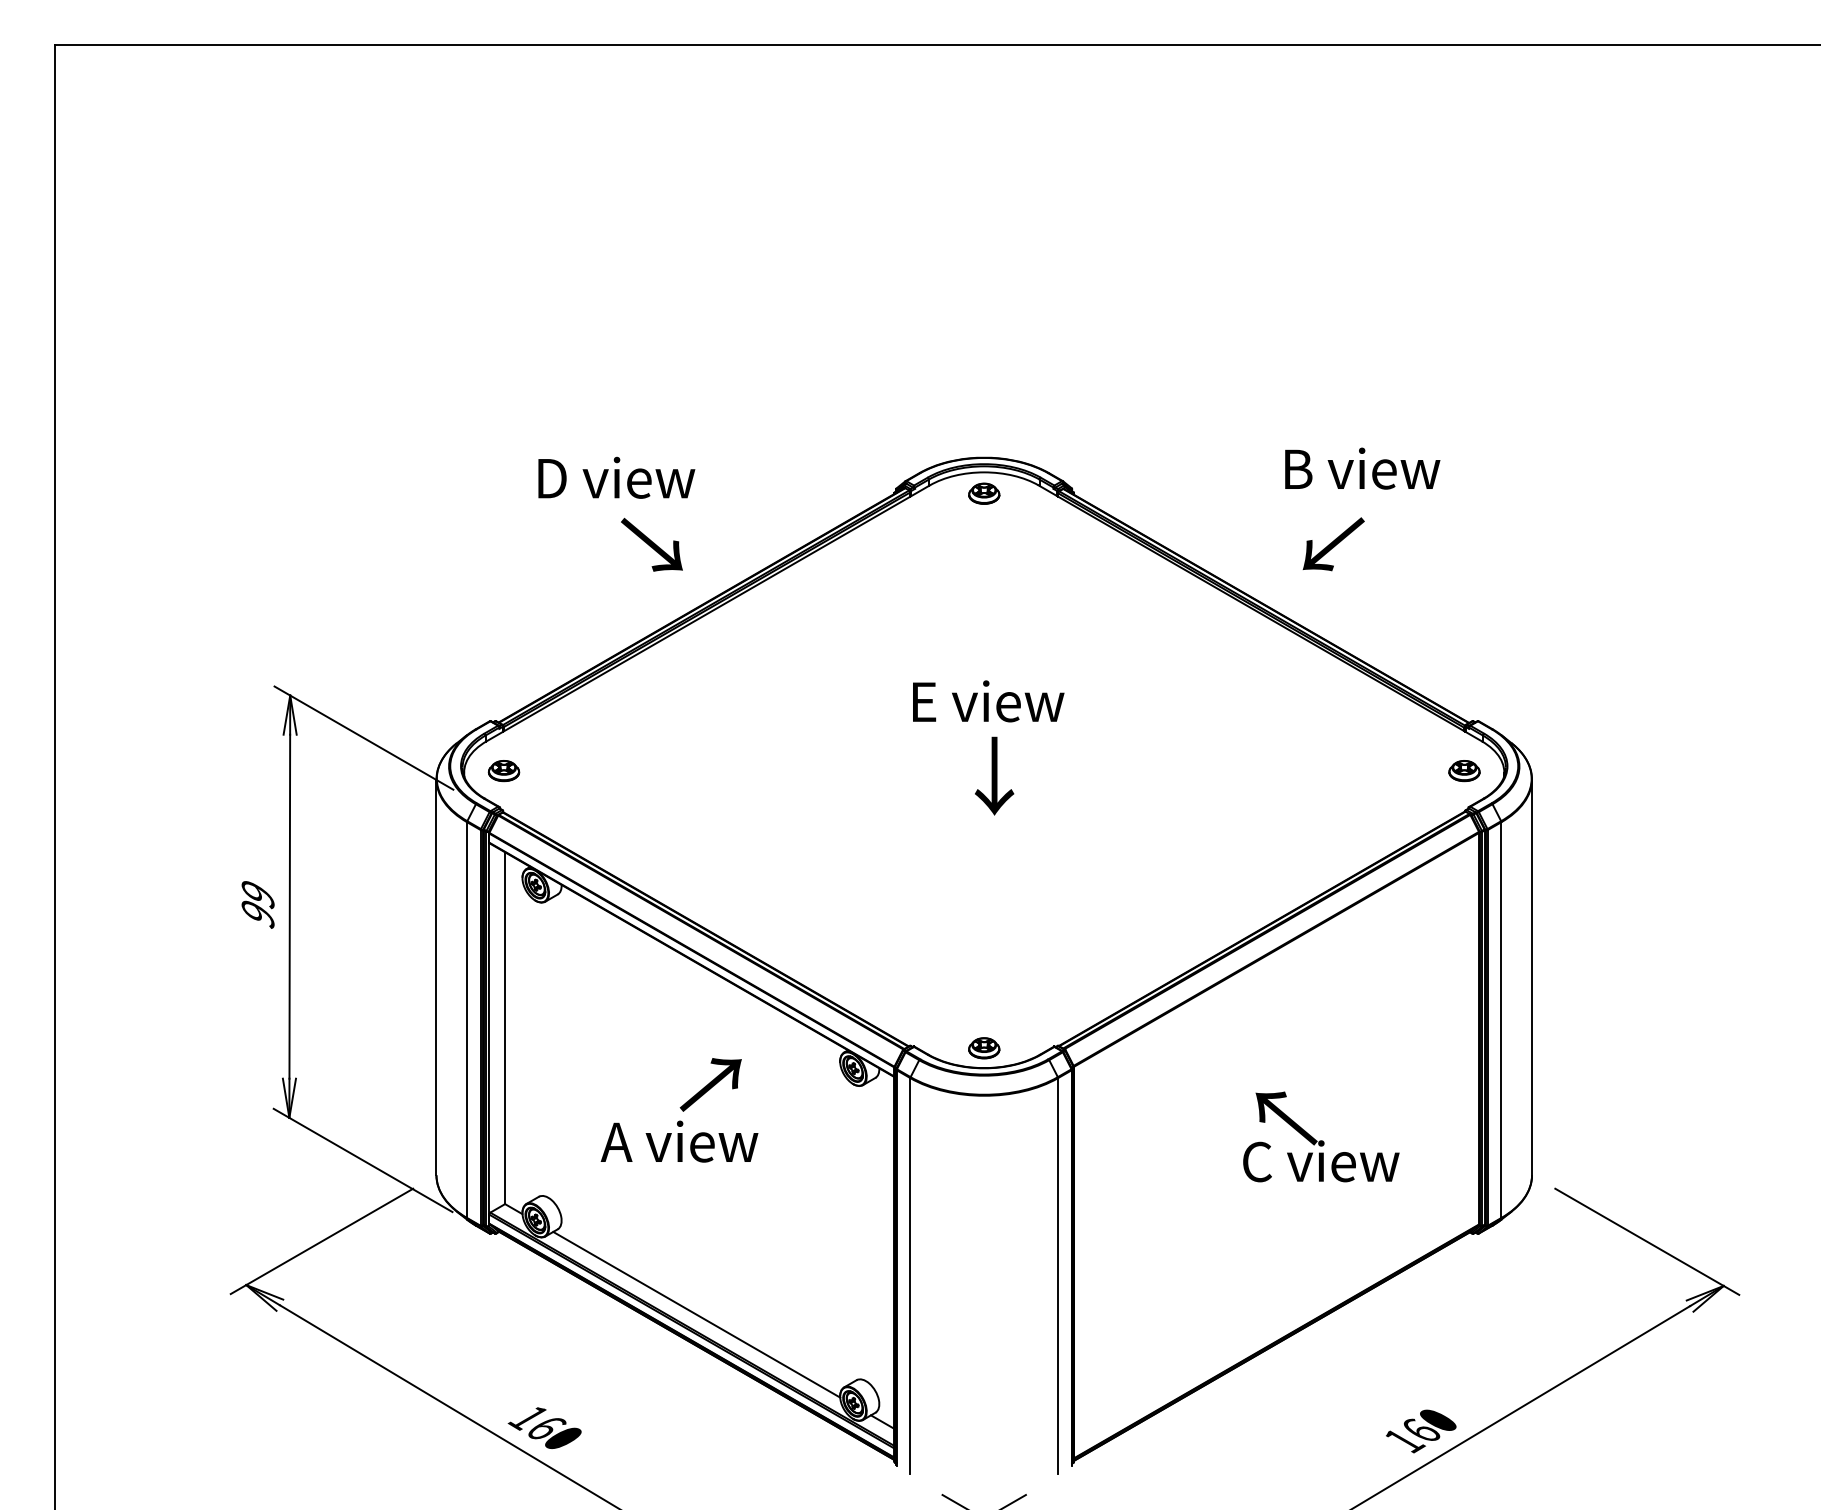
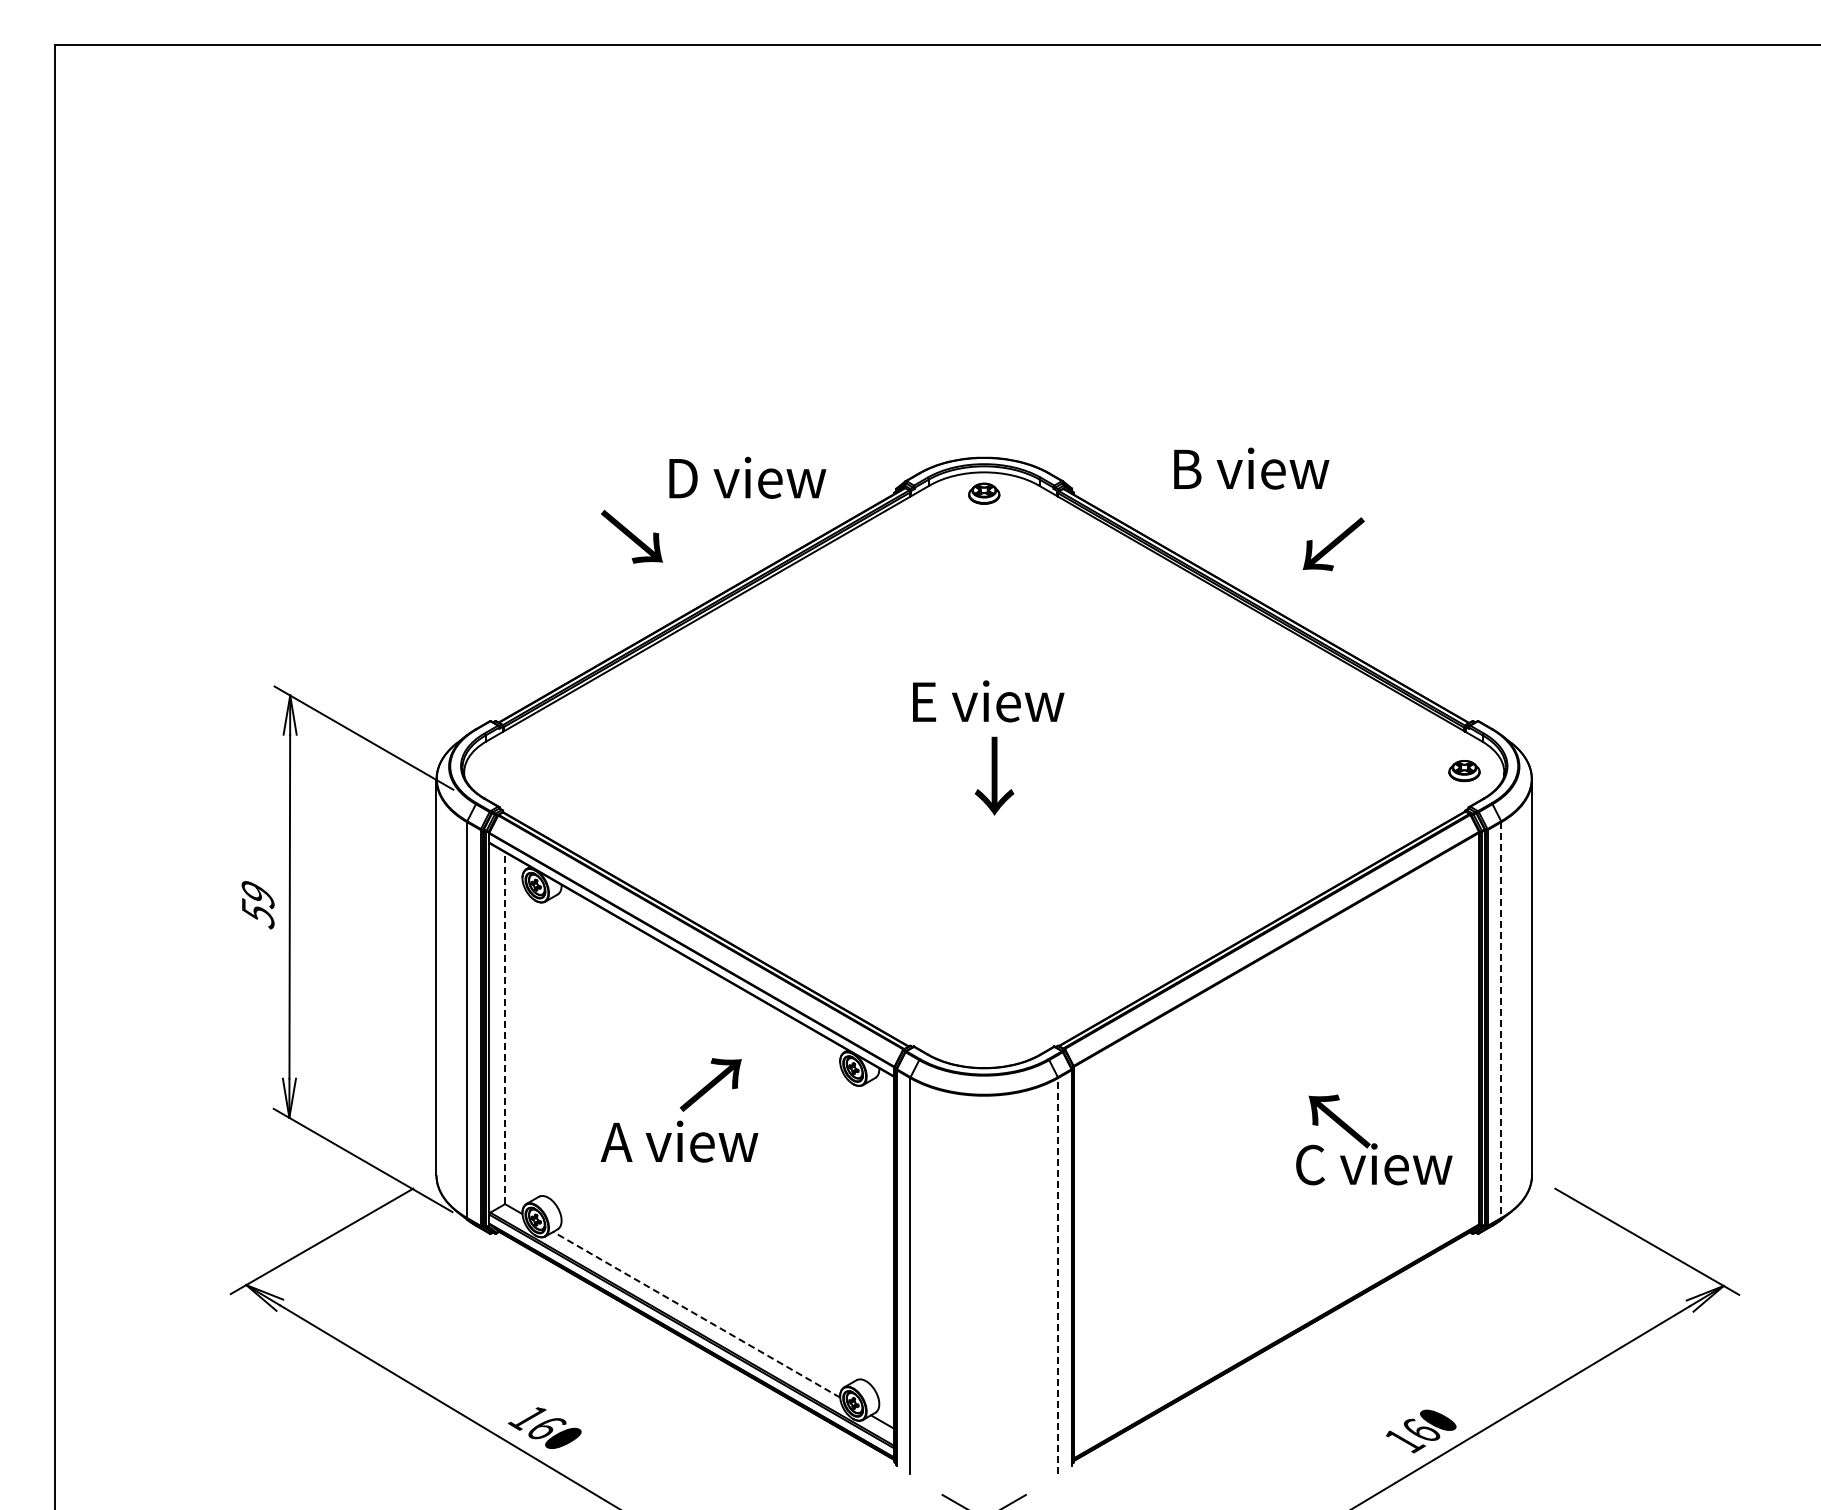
text at (1362, 468) position: (1362, 468) -> (1251, 468)
text at (616, 477) position: (616, 477) -> (747, 477)
text at (651, 544) position: (651, 544) -> (631, 536)
part at (503, 771): present -> none
text at (257, 913): 99 -> 59
line at (1501, 1020): solid -> dashed
line at (504, 1028): solid -> dashed
part at (984, 1048): present -> none
text at (1321, 1136) position: (1321, 1136) -> (1374, 1139)
line at (1058, 1276): solid -> dashed
line at (696, 1314): solid -> dashed
